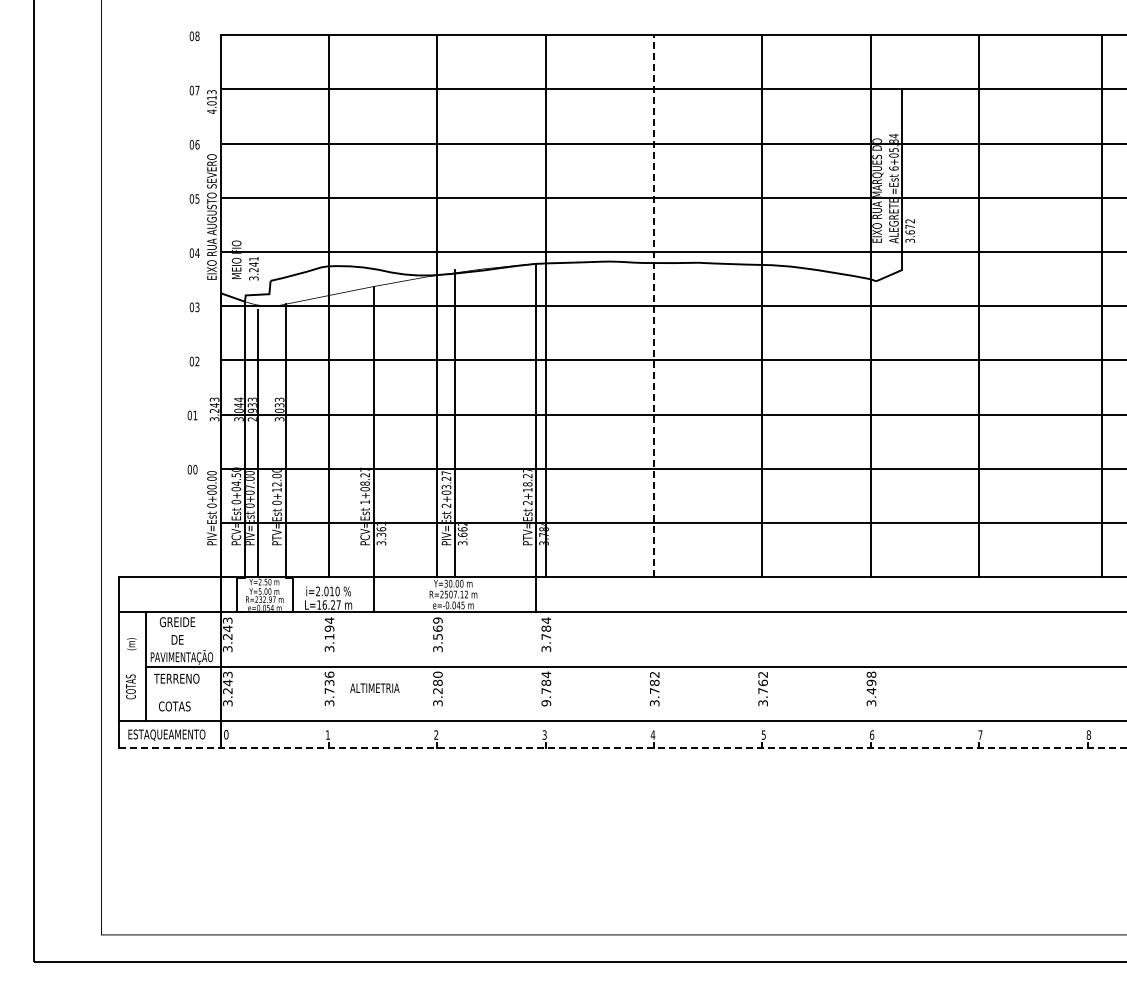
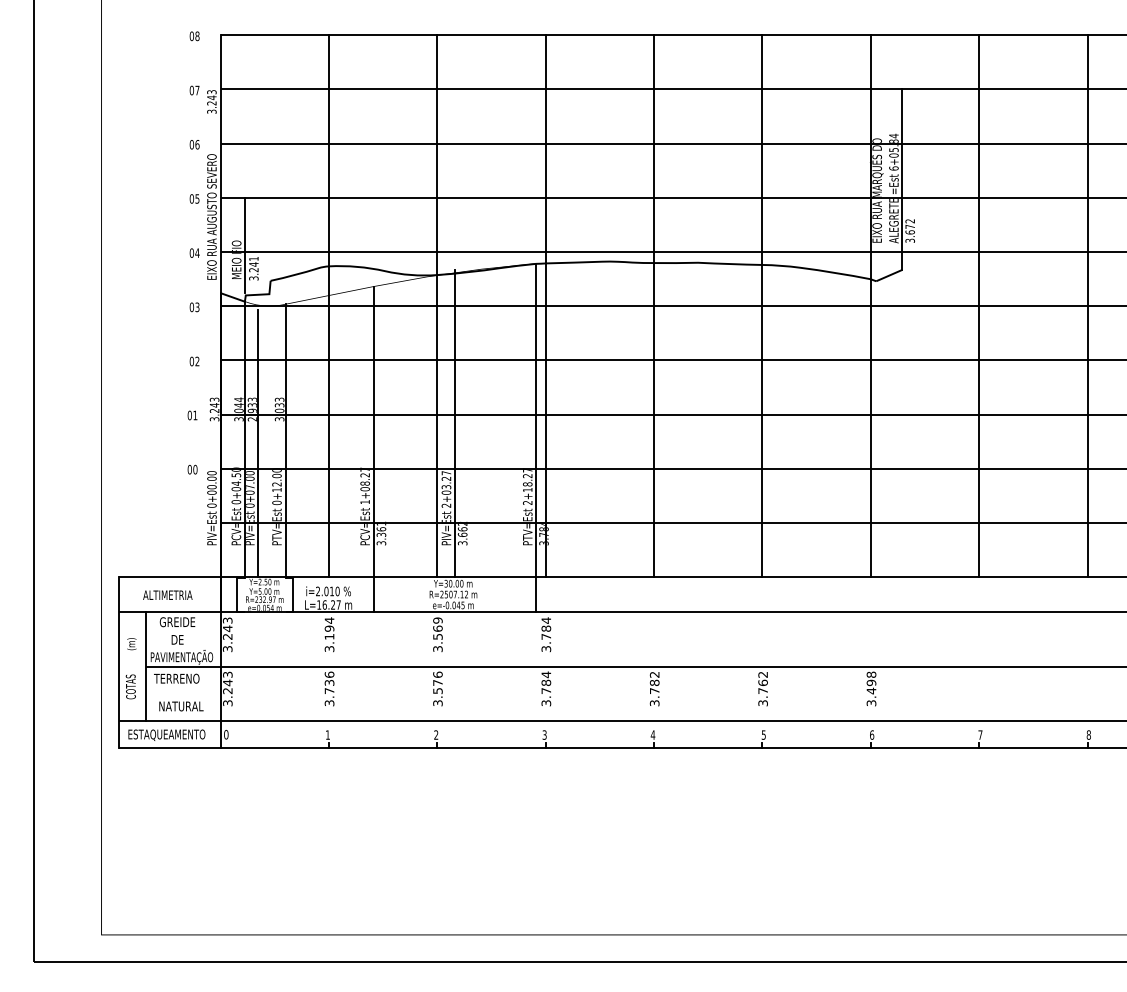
text at (211, 104): 4.013 -> 3.243
line at (244, 245): none -> present
line at (654, 306): dashed -> solid
line at (1101, 306) position: (1101, 306) -> (1087, 306)
text at (437, 682): 3.280 -> 3.576
text at (374, 687) position: (374, 687) -> (167, 594)
text at (545, 703): 9.784 -> 3.784
text at (180, 706): COTAS -> NATURAL
line at (623, 747): dashed -> solid
